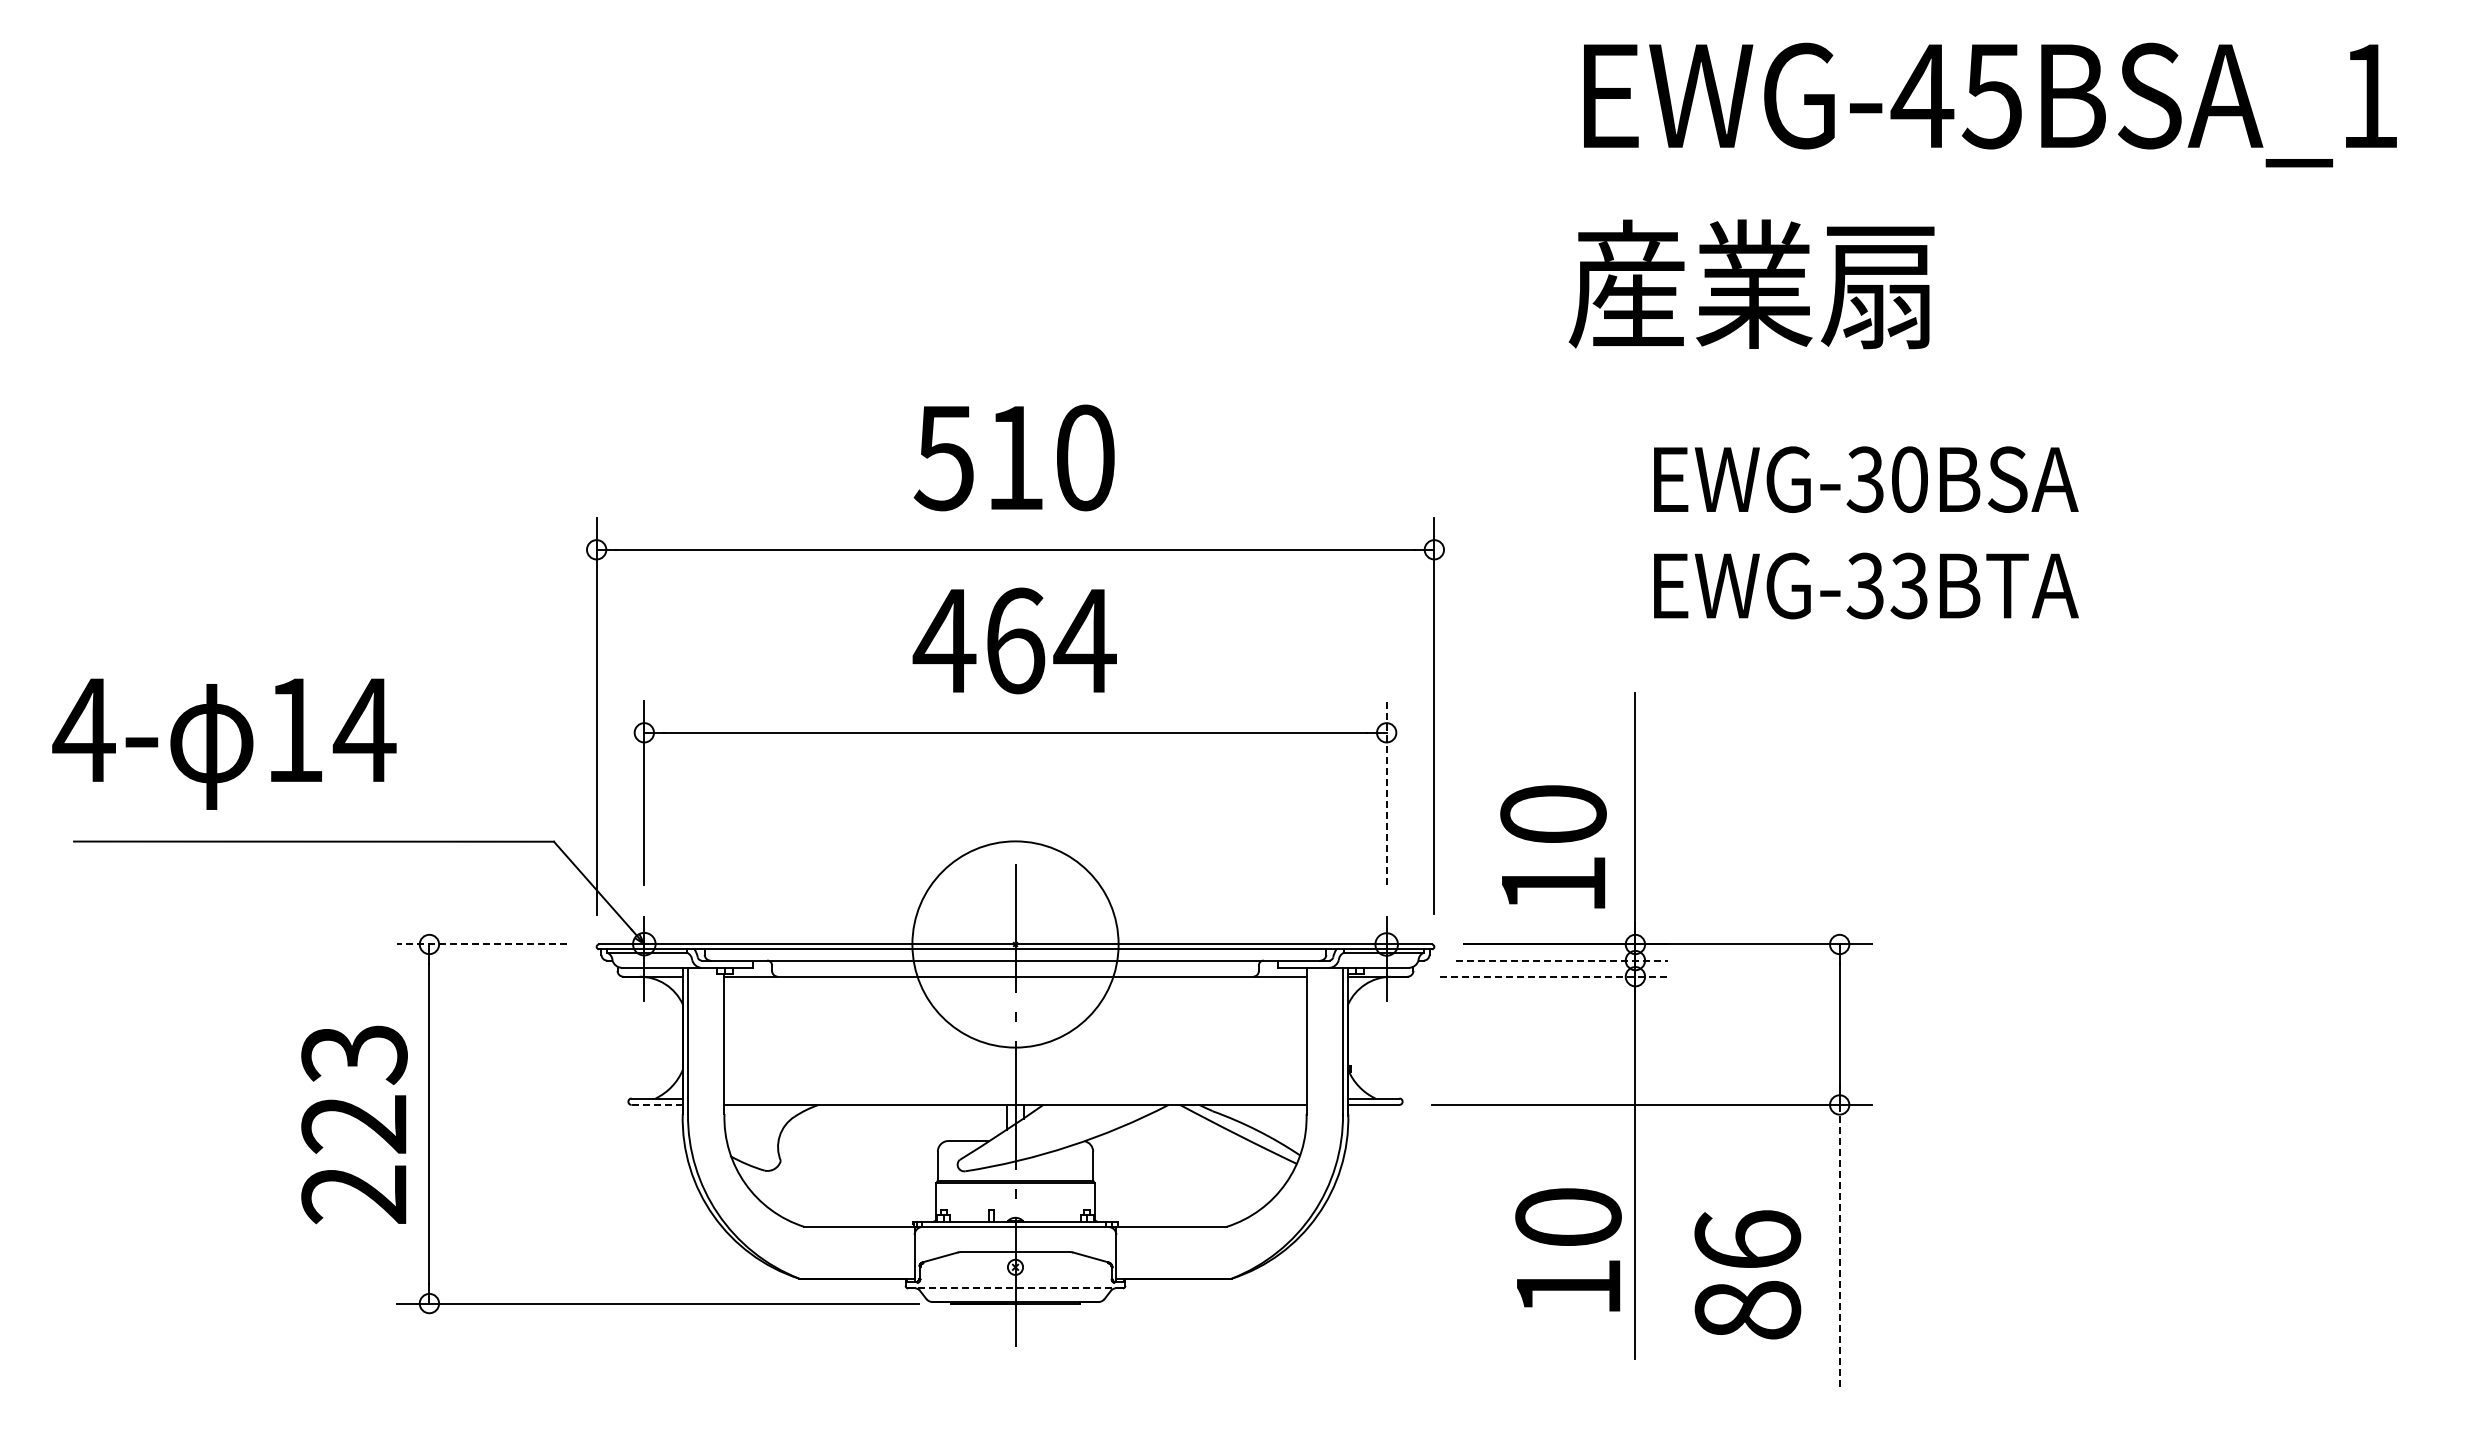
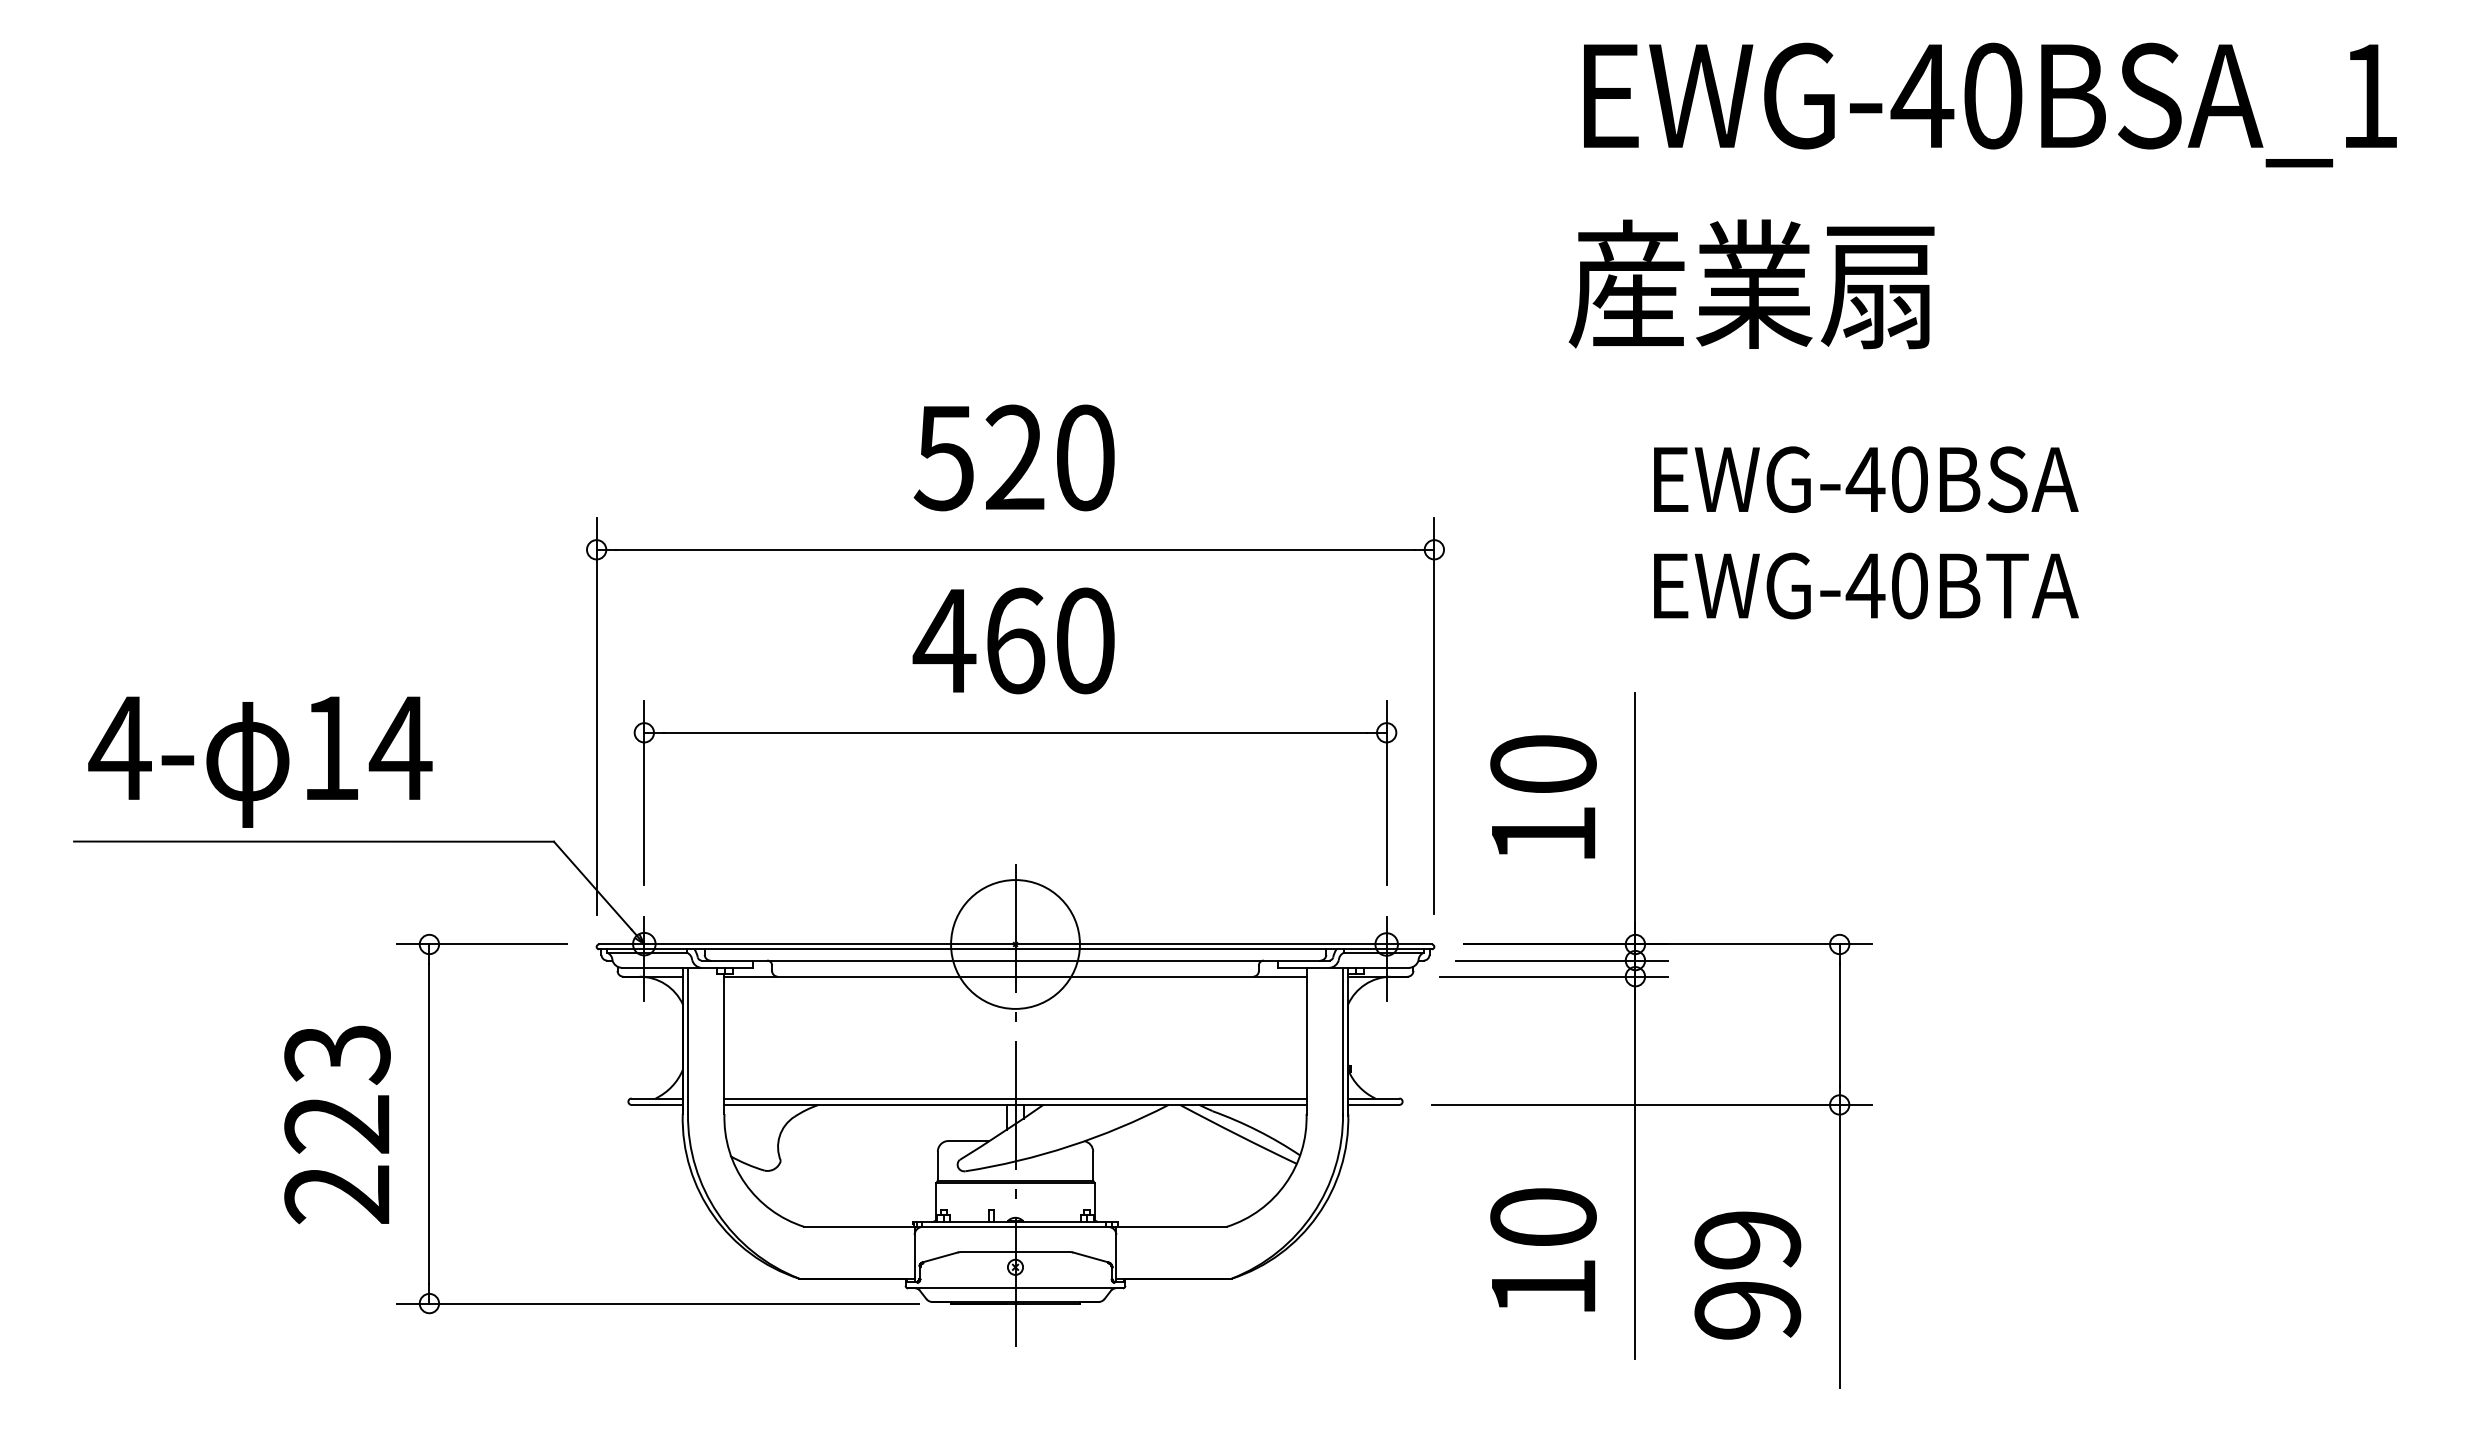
text at (1991, 95): EWG-45BSA_1 -> EWG-40BSA_1
text at (1014, 456): 510 -> 520
text at (1865, 479): EWG-30BSA -> EWG-40BSA
text at (1886, 585): EWG-33BTA -> EWG-40BTA
text at (1084, 640): 464 -> 460
text at (224, 743) position: (224, 743) -> (260, 761)
line at (1386, 792): dashed -> solid
text at (1553, 846) position: (1553, 846) -> (1543, 796)
line at (482, 944): dashed -> solid
circle at (1015, 944) diameter: 206 px -> 129 px
line at (1561, 960): dashed -> solid
line at (1553, 976): dashed -> solid
line at (1015, 1098): none -> present
line at (657, 1104): dashed -> solid
text at (354, 1124) position: (354, 1124) -> (337, 1124)
line at (1839, 1246): dashed -> solid
text at (1568, 1249) position: (1568, 1249) -> (1543, 1249)
text at (1747, 1274): 86 -> 99
line at (1015, 1288): dashed -> solid
